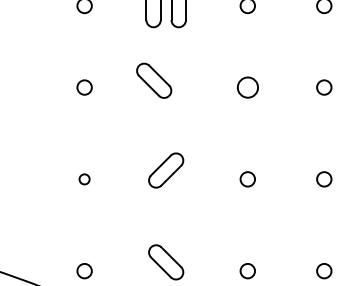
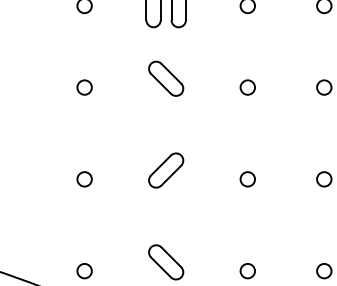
part at (154, 80) position: (154, 80) -> (166, 78)
circle at (247, 87) size: 23x23 px -> 17x17 px
circle at (84, 179) size: 13x13 px -> 17x17 px
